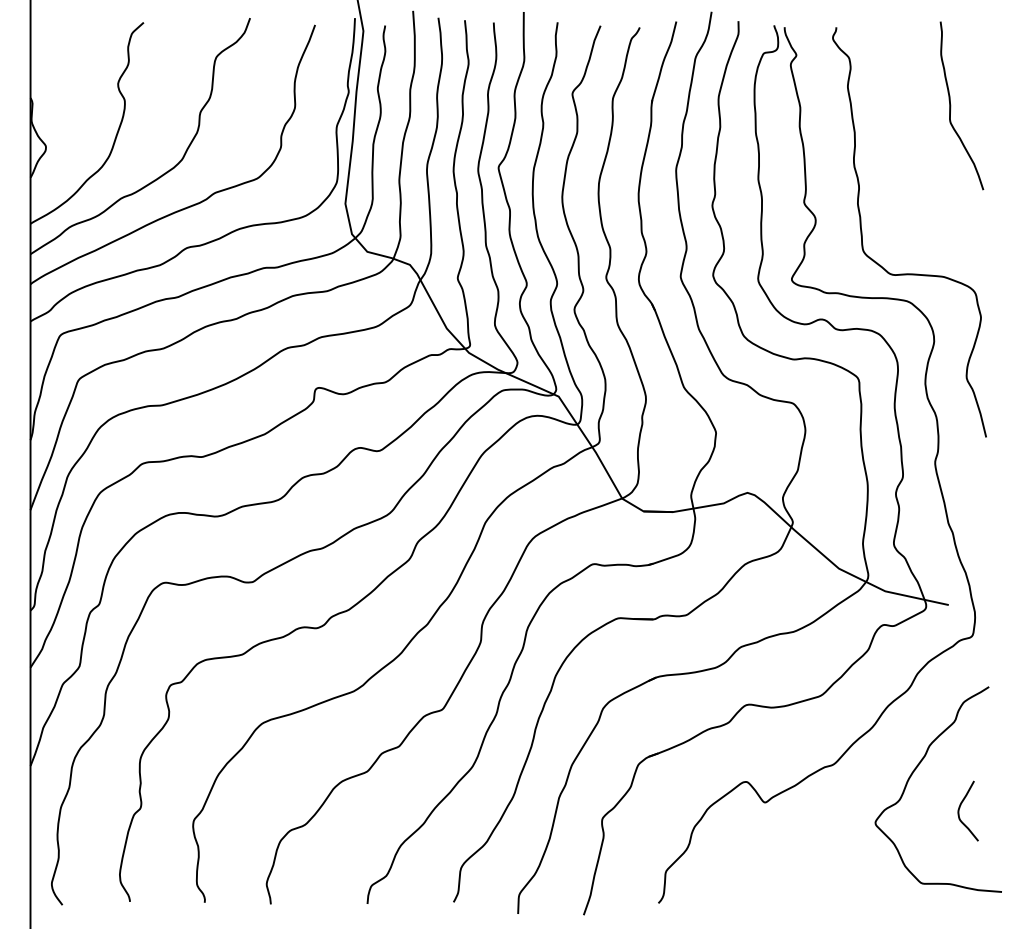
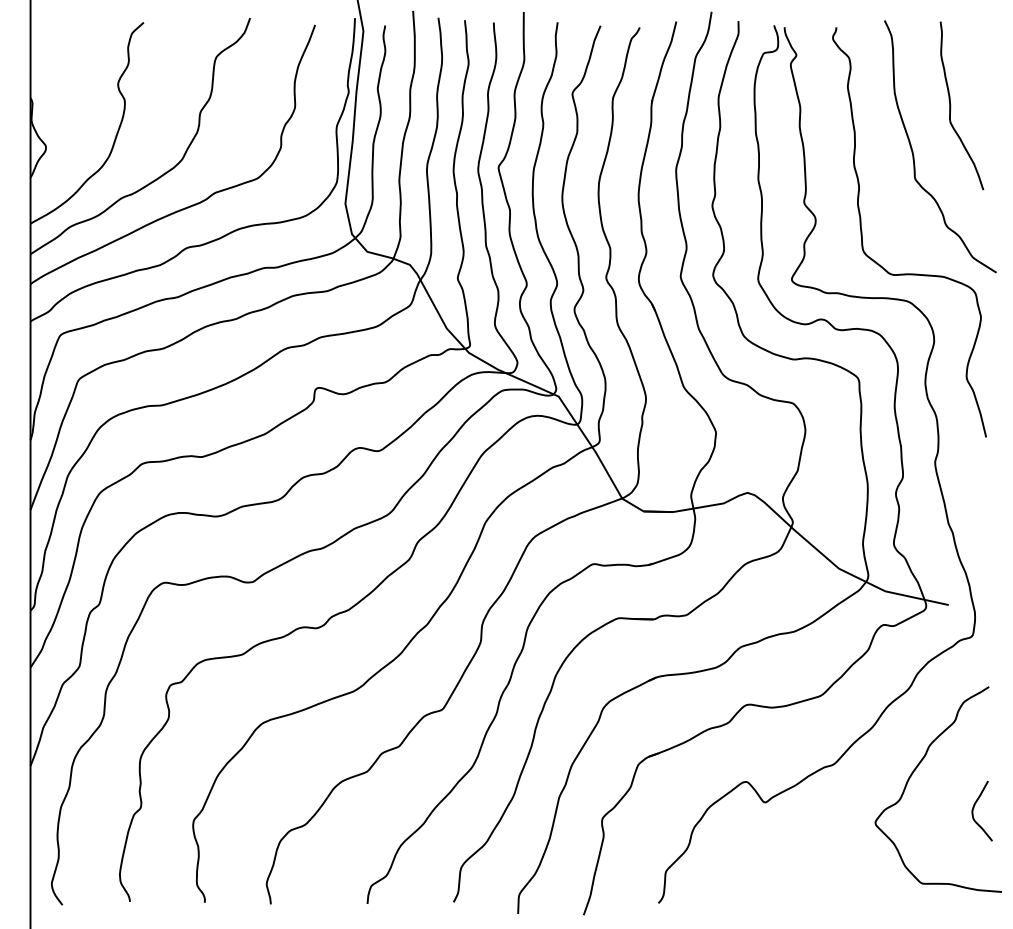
curve at (913, 151): none -> present
curve at (960, 808) position: (960, 808) -> (974, 808)
